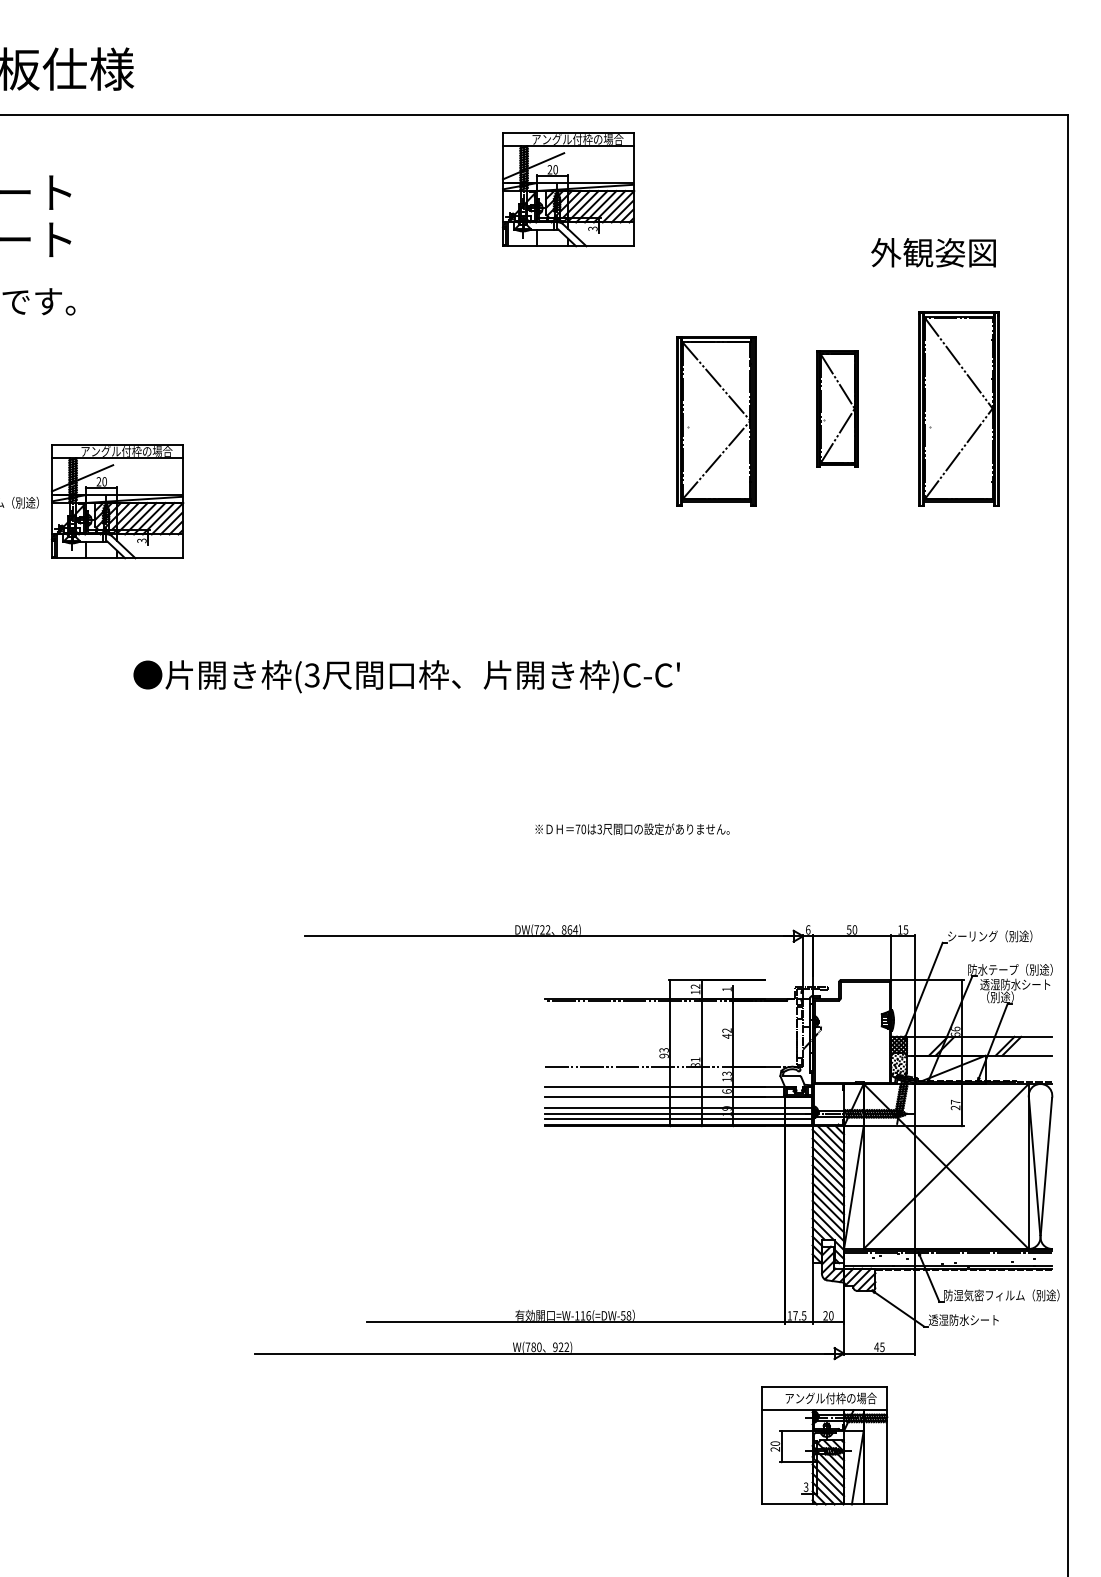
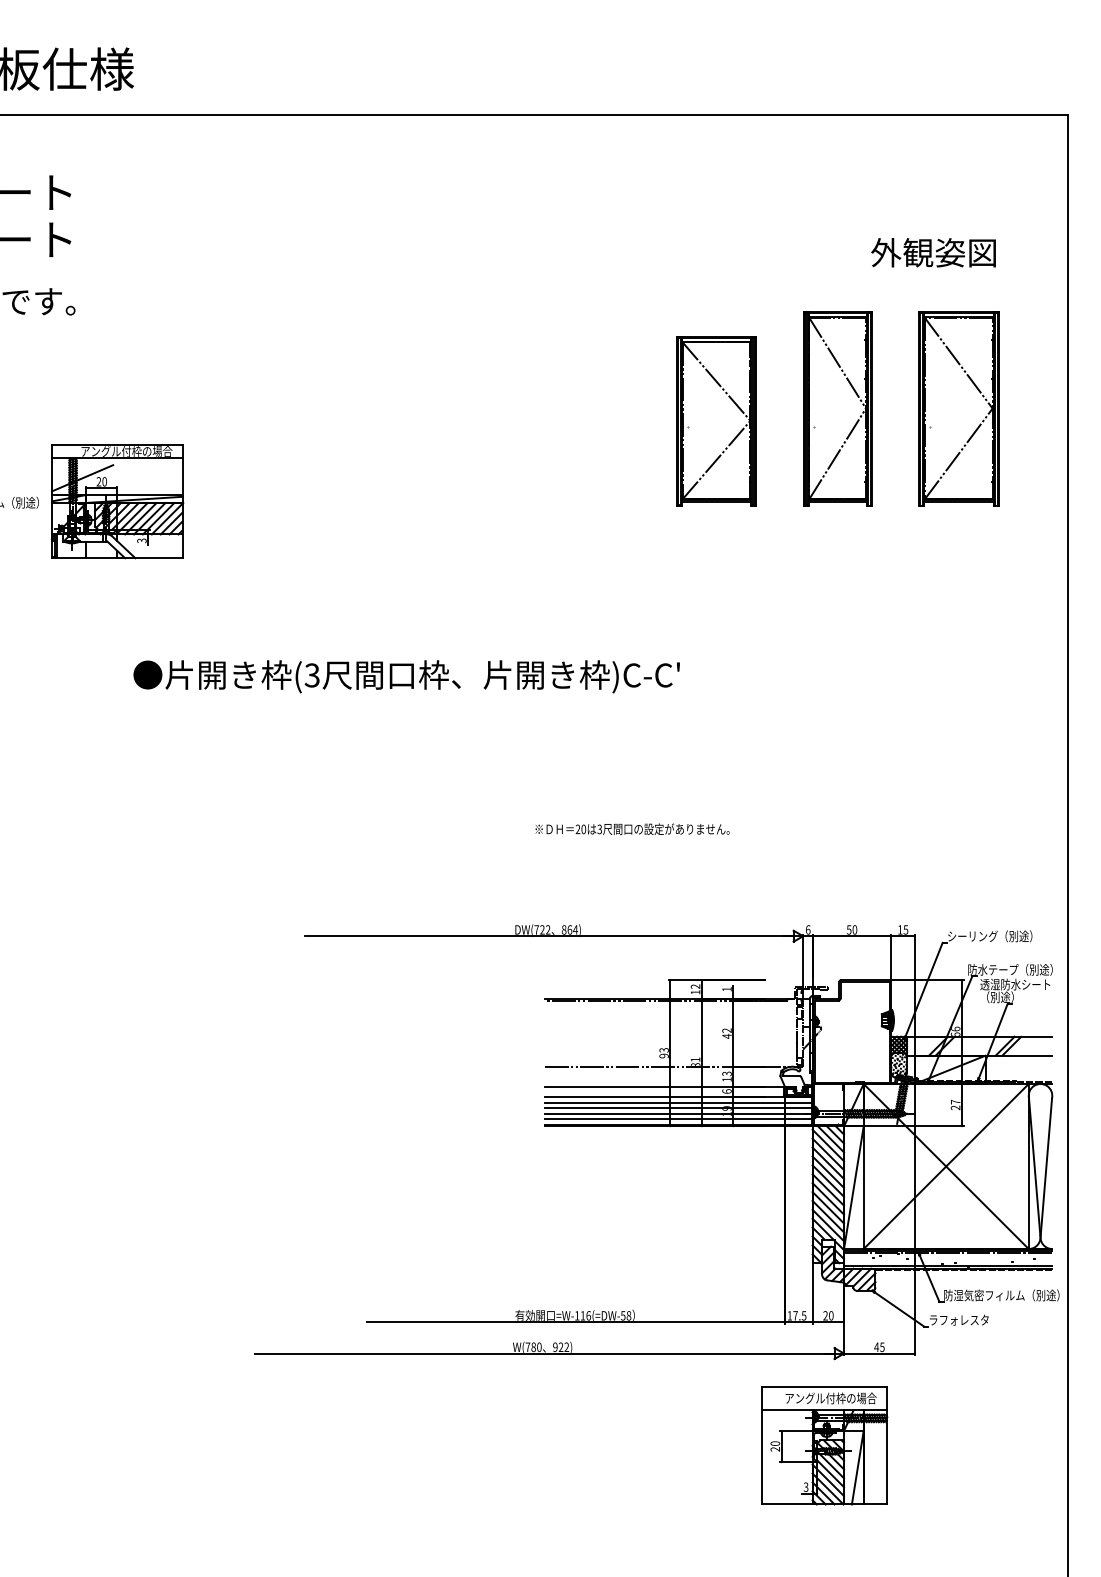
part at (568, 189): present -> none
part at (837, 408) size: 43x118 px -> 70x196 px
text at (577, 829): 70 -> 20
line at (677, 1102): none -> present
text at (963, 1319): 透湿防水シート -> ラフォレスタ
